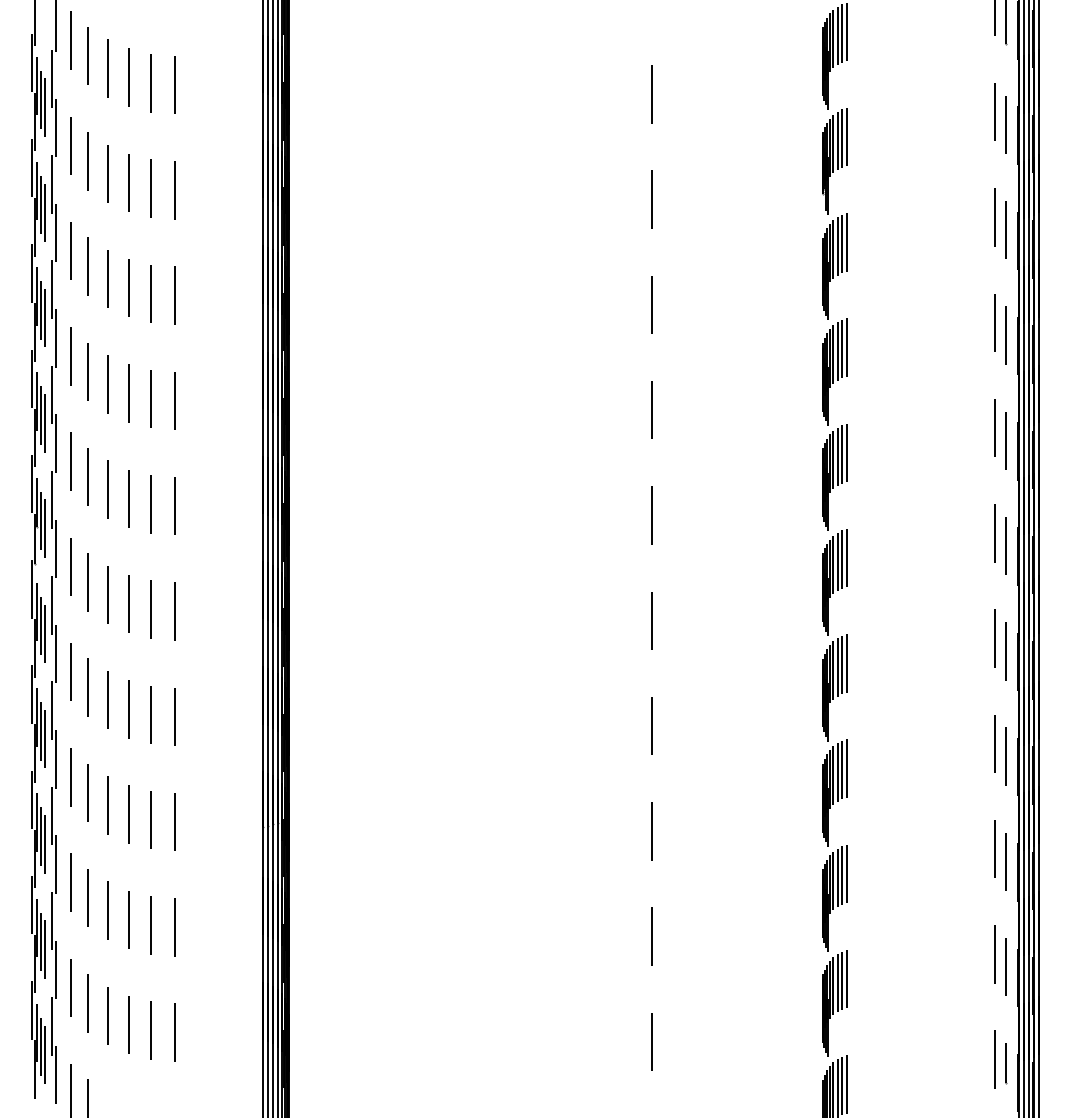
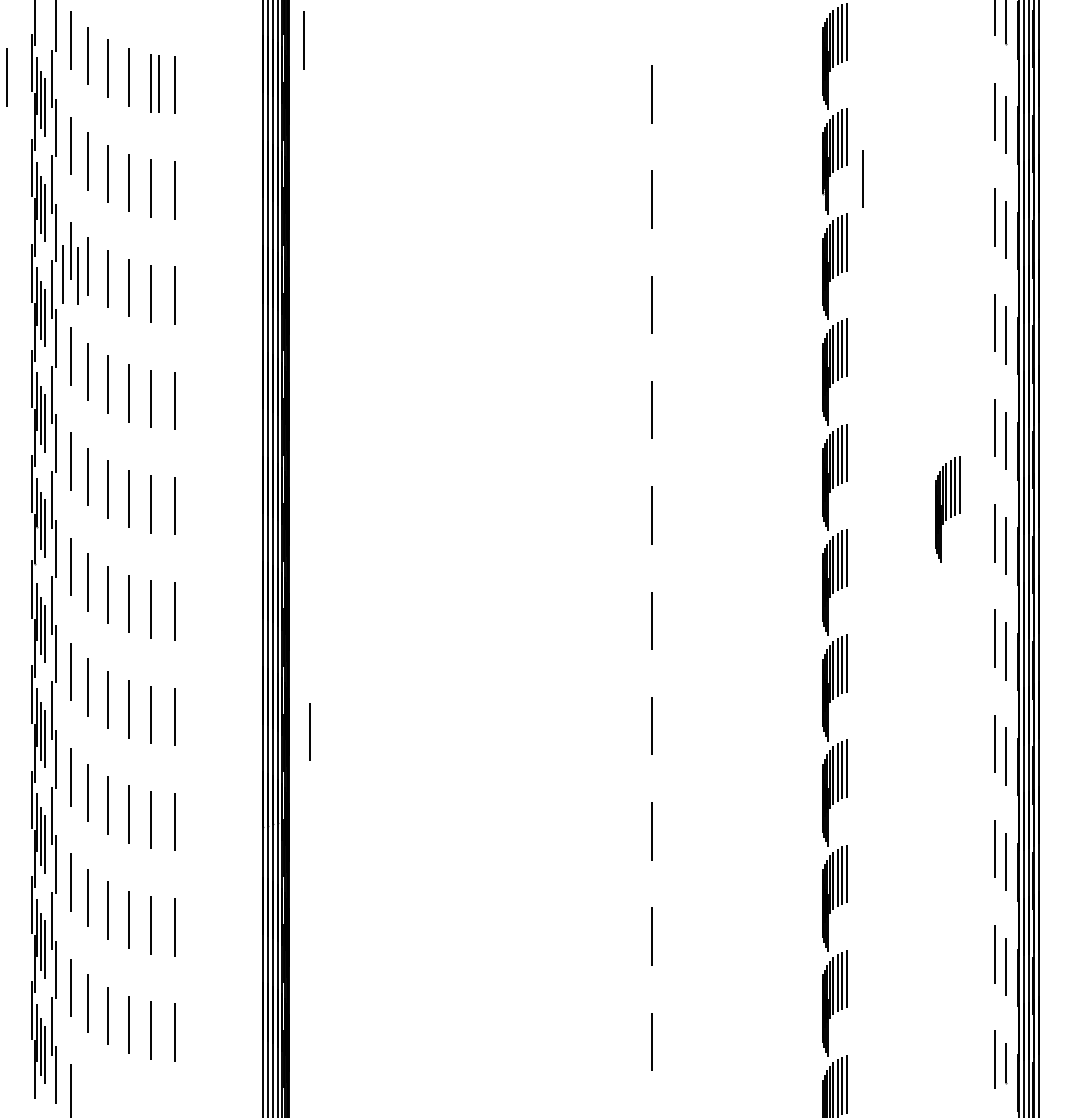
line at (303, 40): none -> present
line at (6, 77): none -> present
line at (158, 83): none -> present
line at (862, 178): none -> present
line at (62, 274): none -> present
line at (77, 275): none -> present
part at (947, 509): none -> present
line at (309, 731): none -> present
line at (87, 1096): present -> none
